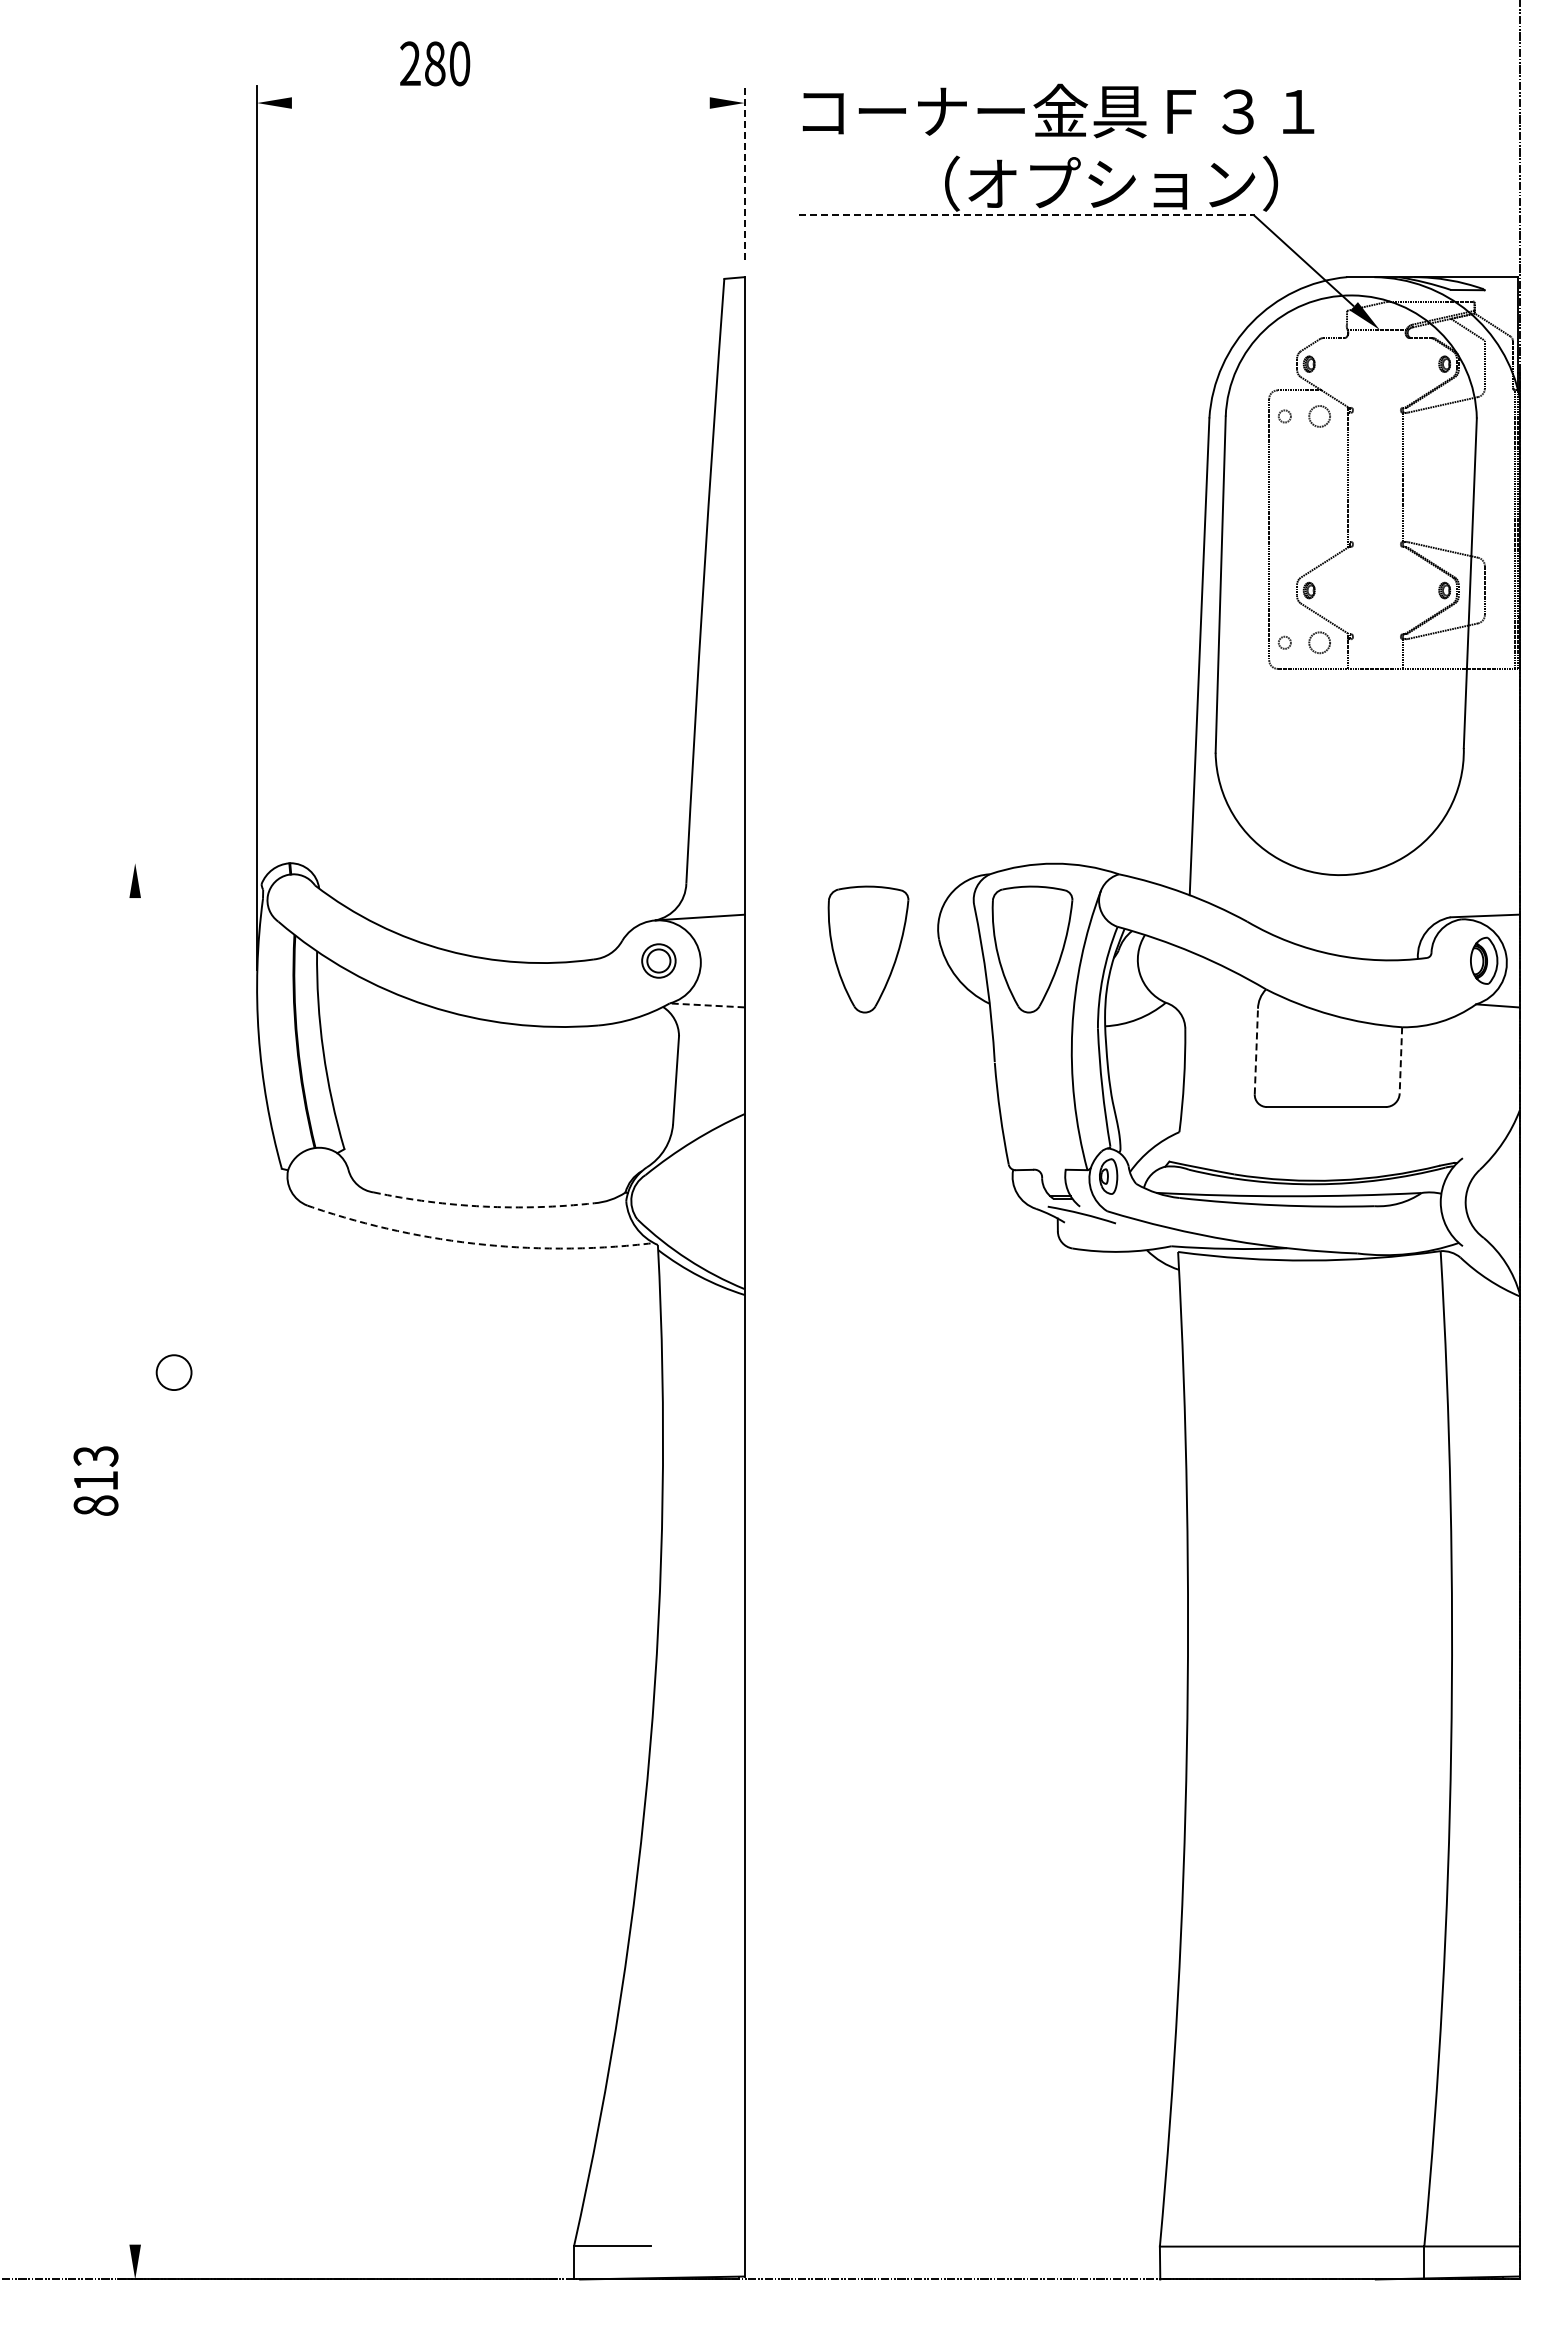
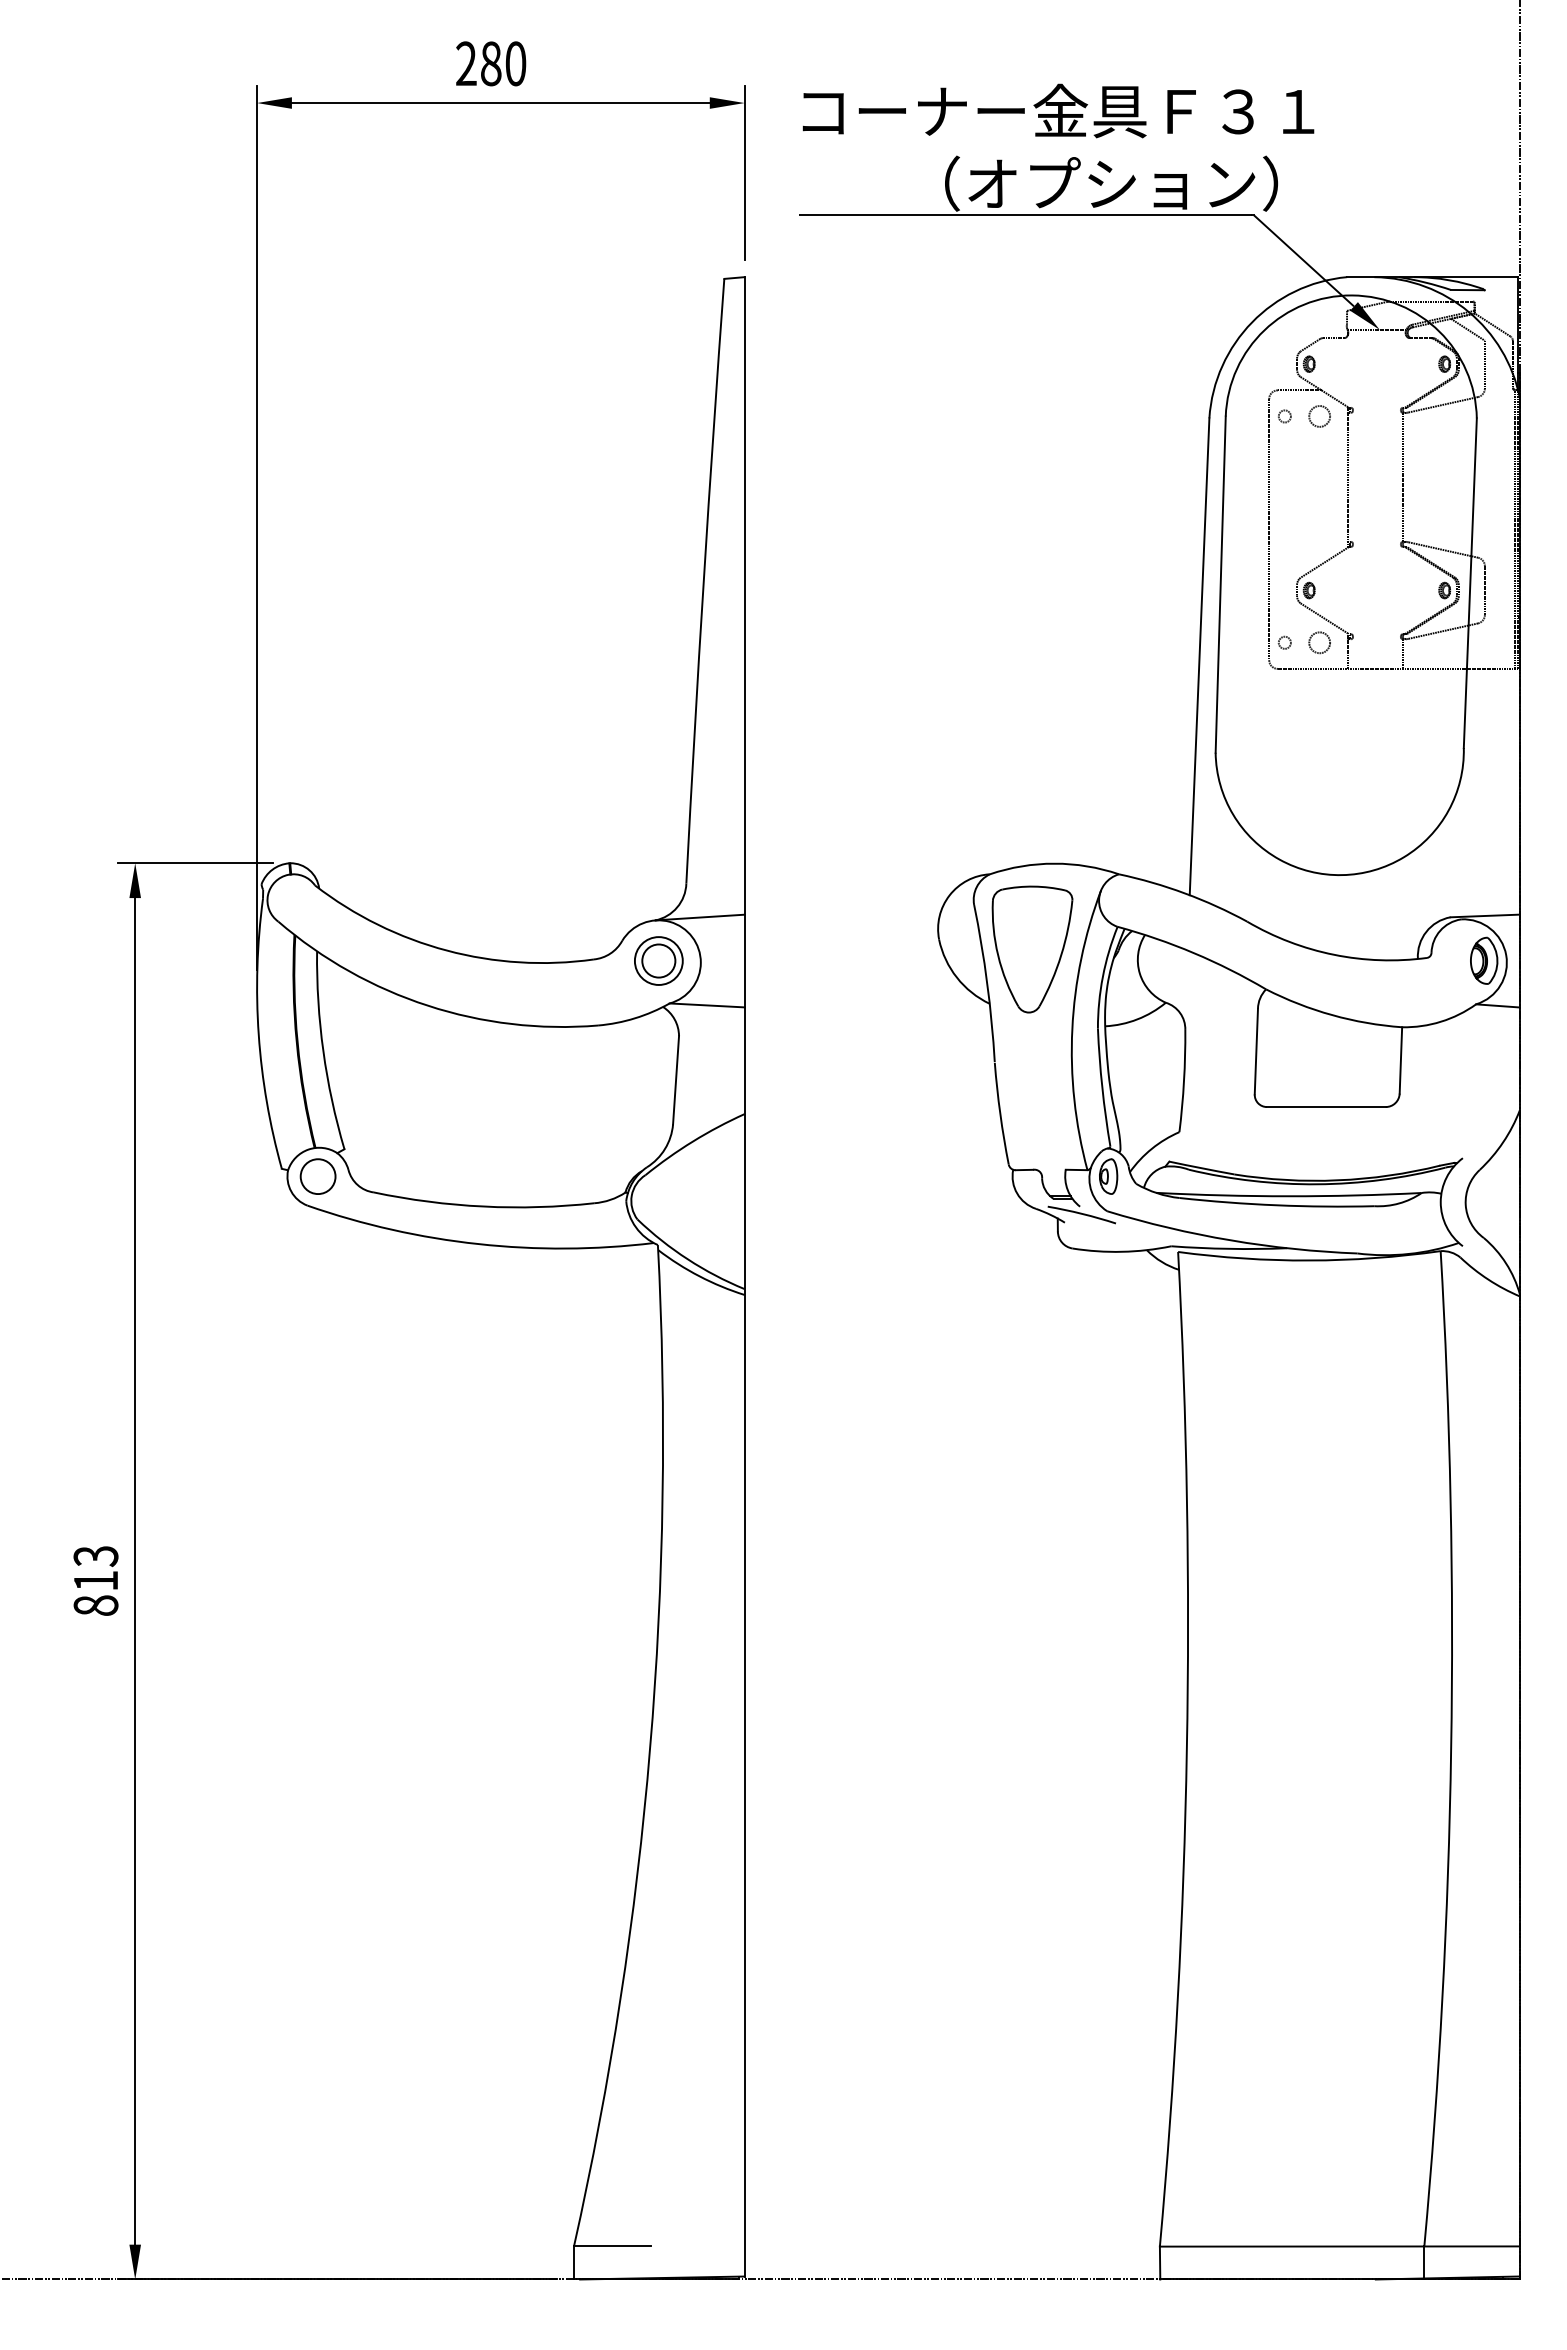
text at (435, 63) position: (435, 63) -> (491, 63)
line at (500, 103): none -> present
line at (744, 172): dashed -> solid
line at (1026, 215): dashed -> solid
line at (194, 863): none -> present
part at (868, 949): present -> none
part at (658, 960) size: 36x36 px -> 50x50 px
line at (707, 1005): dashed -> solid
line at (1256, 1051): dashed -> solid
line at (1400, 1060): dashed -> solid
arc at (483, 1206): dashed -> solid
arc at (478, 1244): dashed -> solid
circle at (173, 1372) position: (173, 1372) -> (317, 1176)
text at (95, 1480) position: (95, 1480) -> (95, 1580)
line at (135, 1571): none -> present
